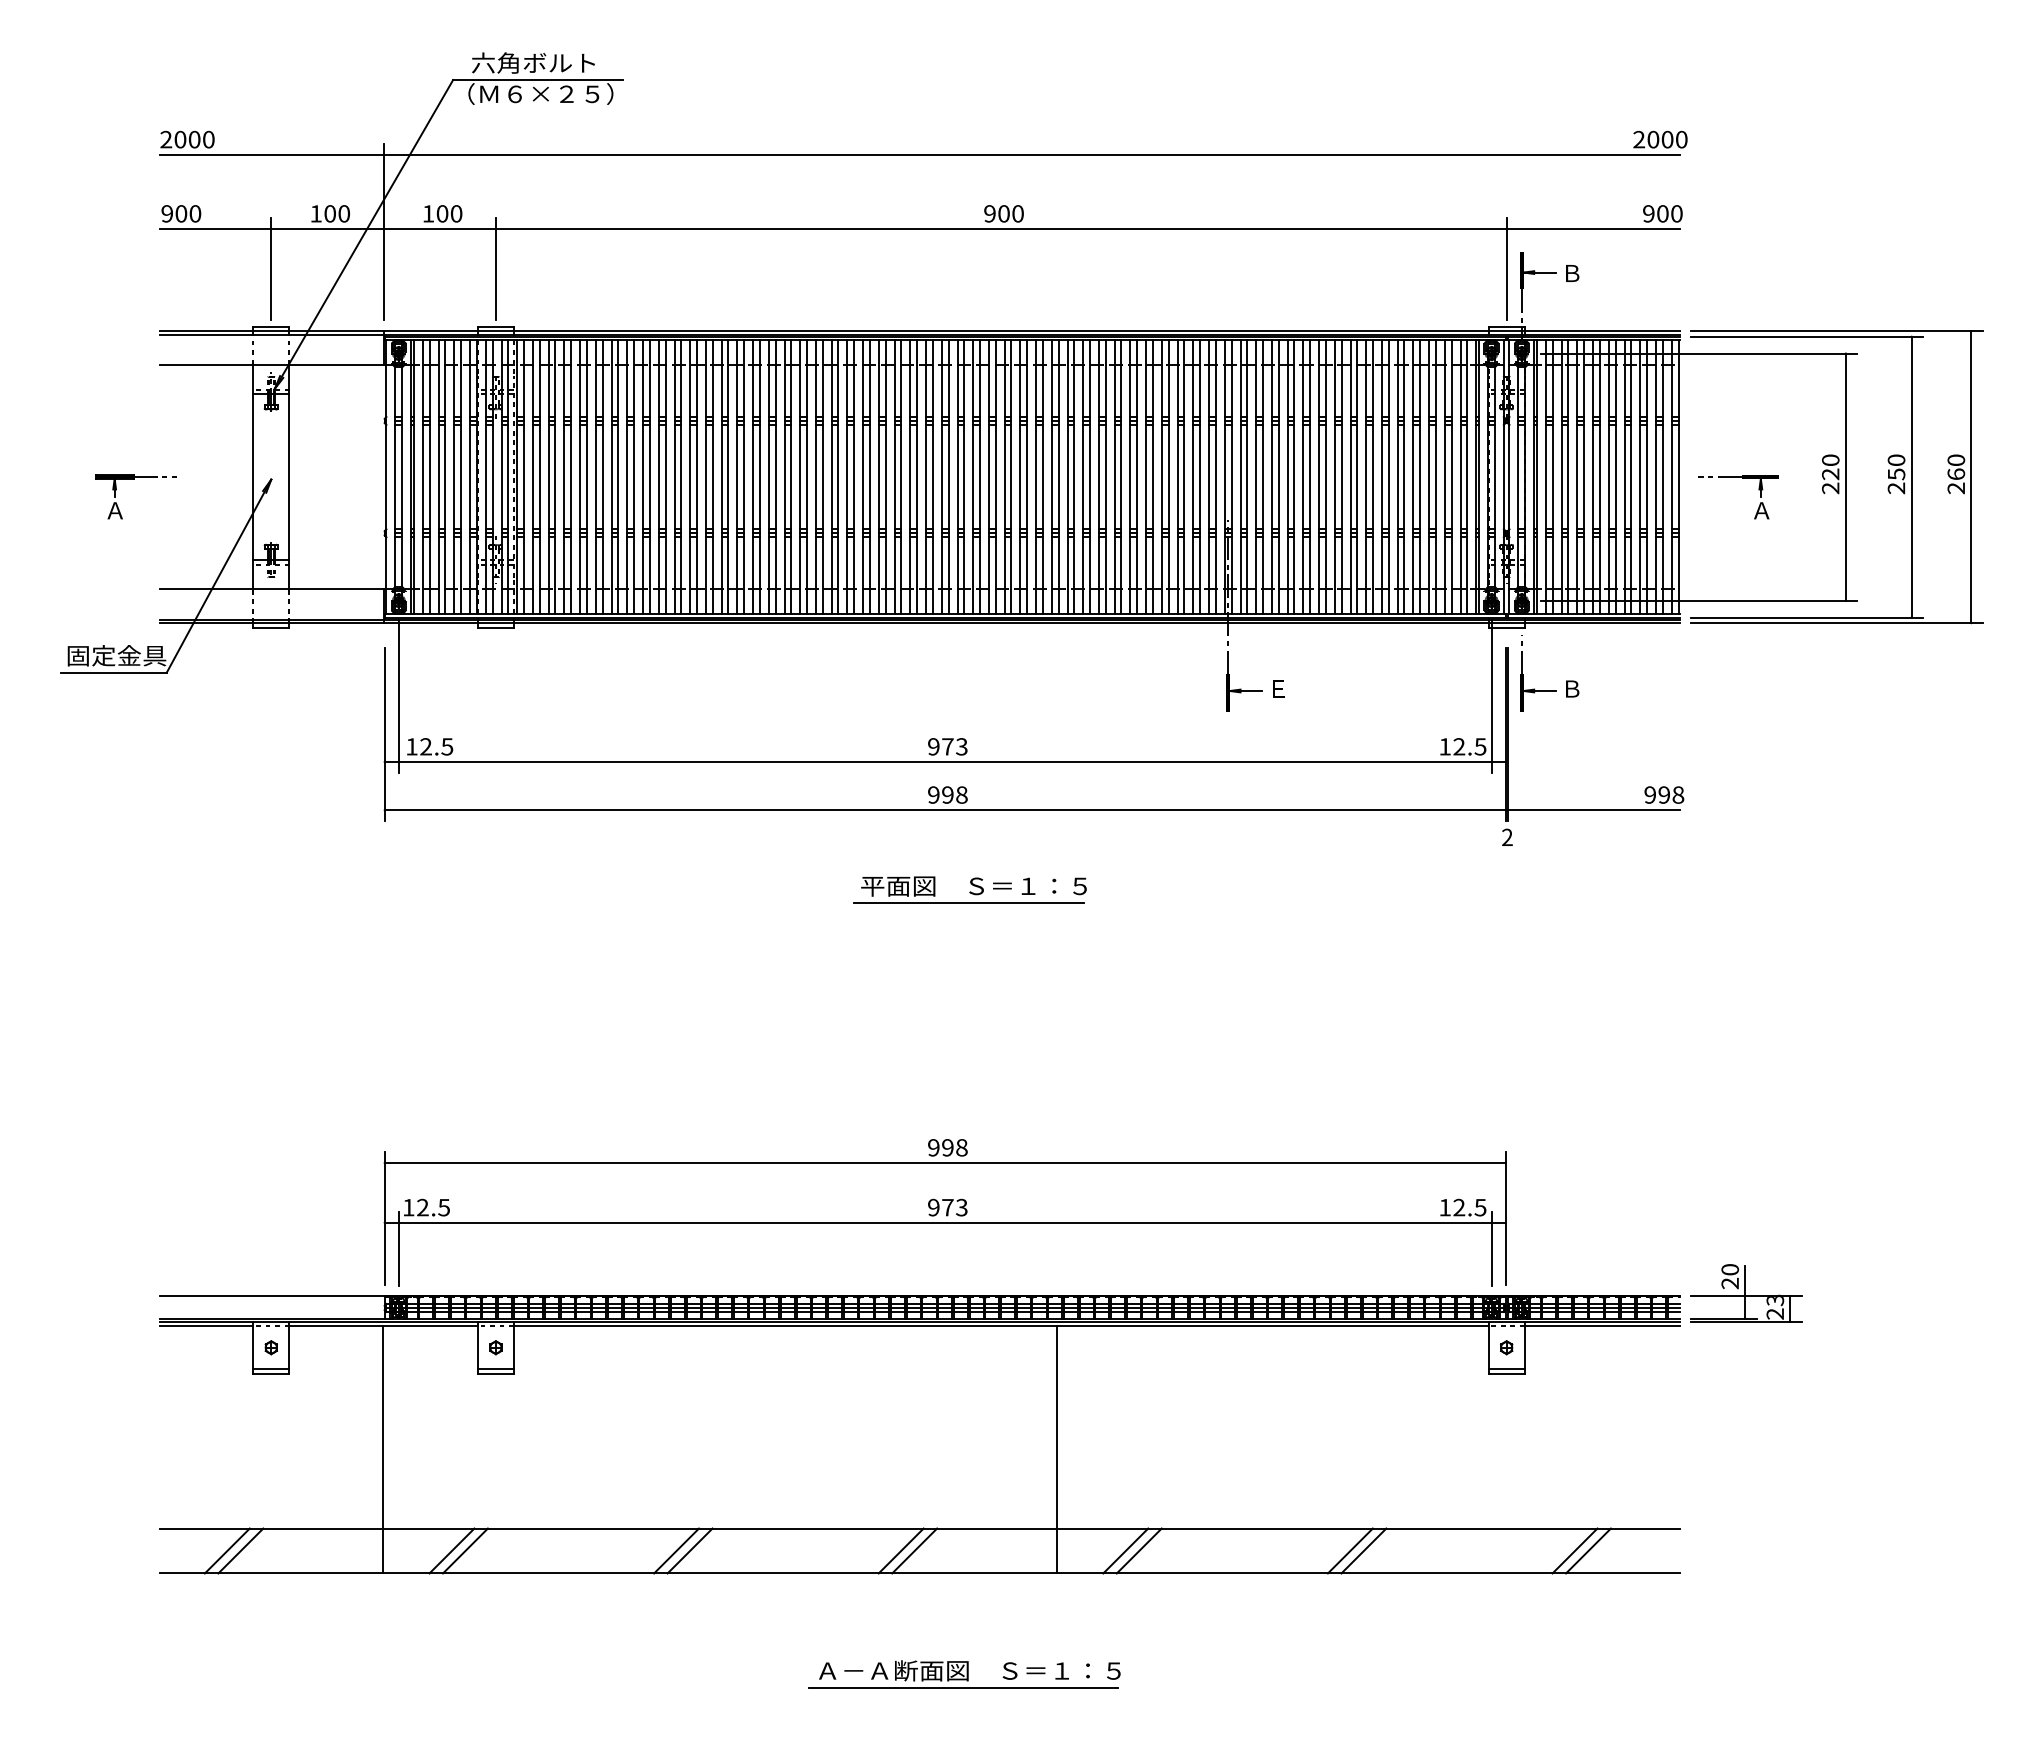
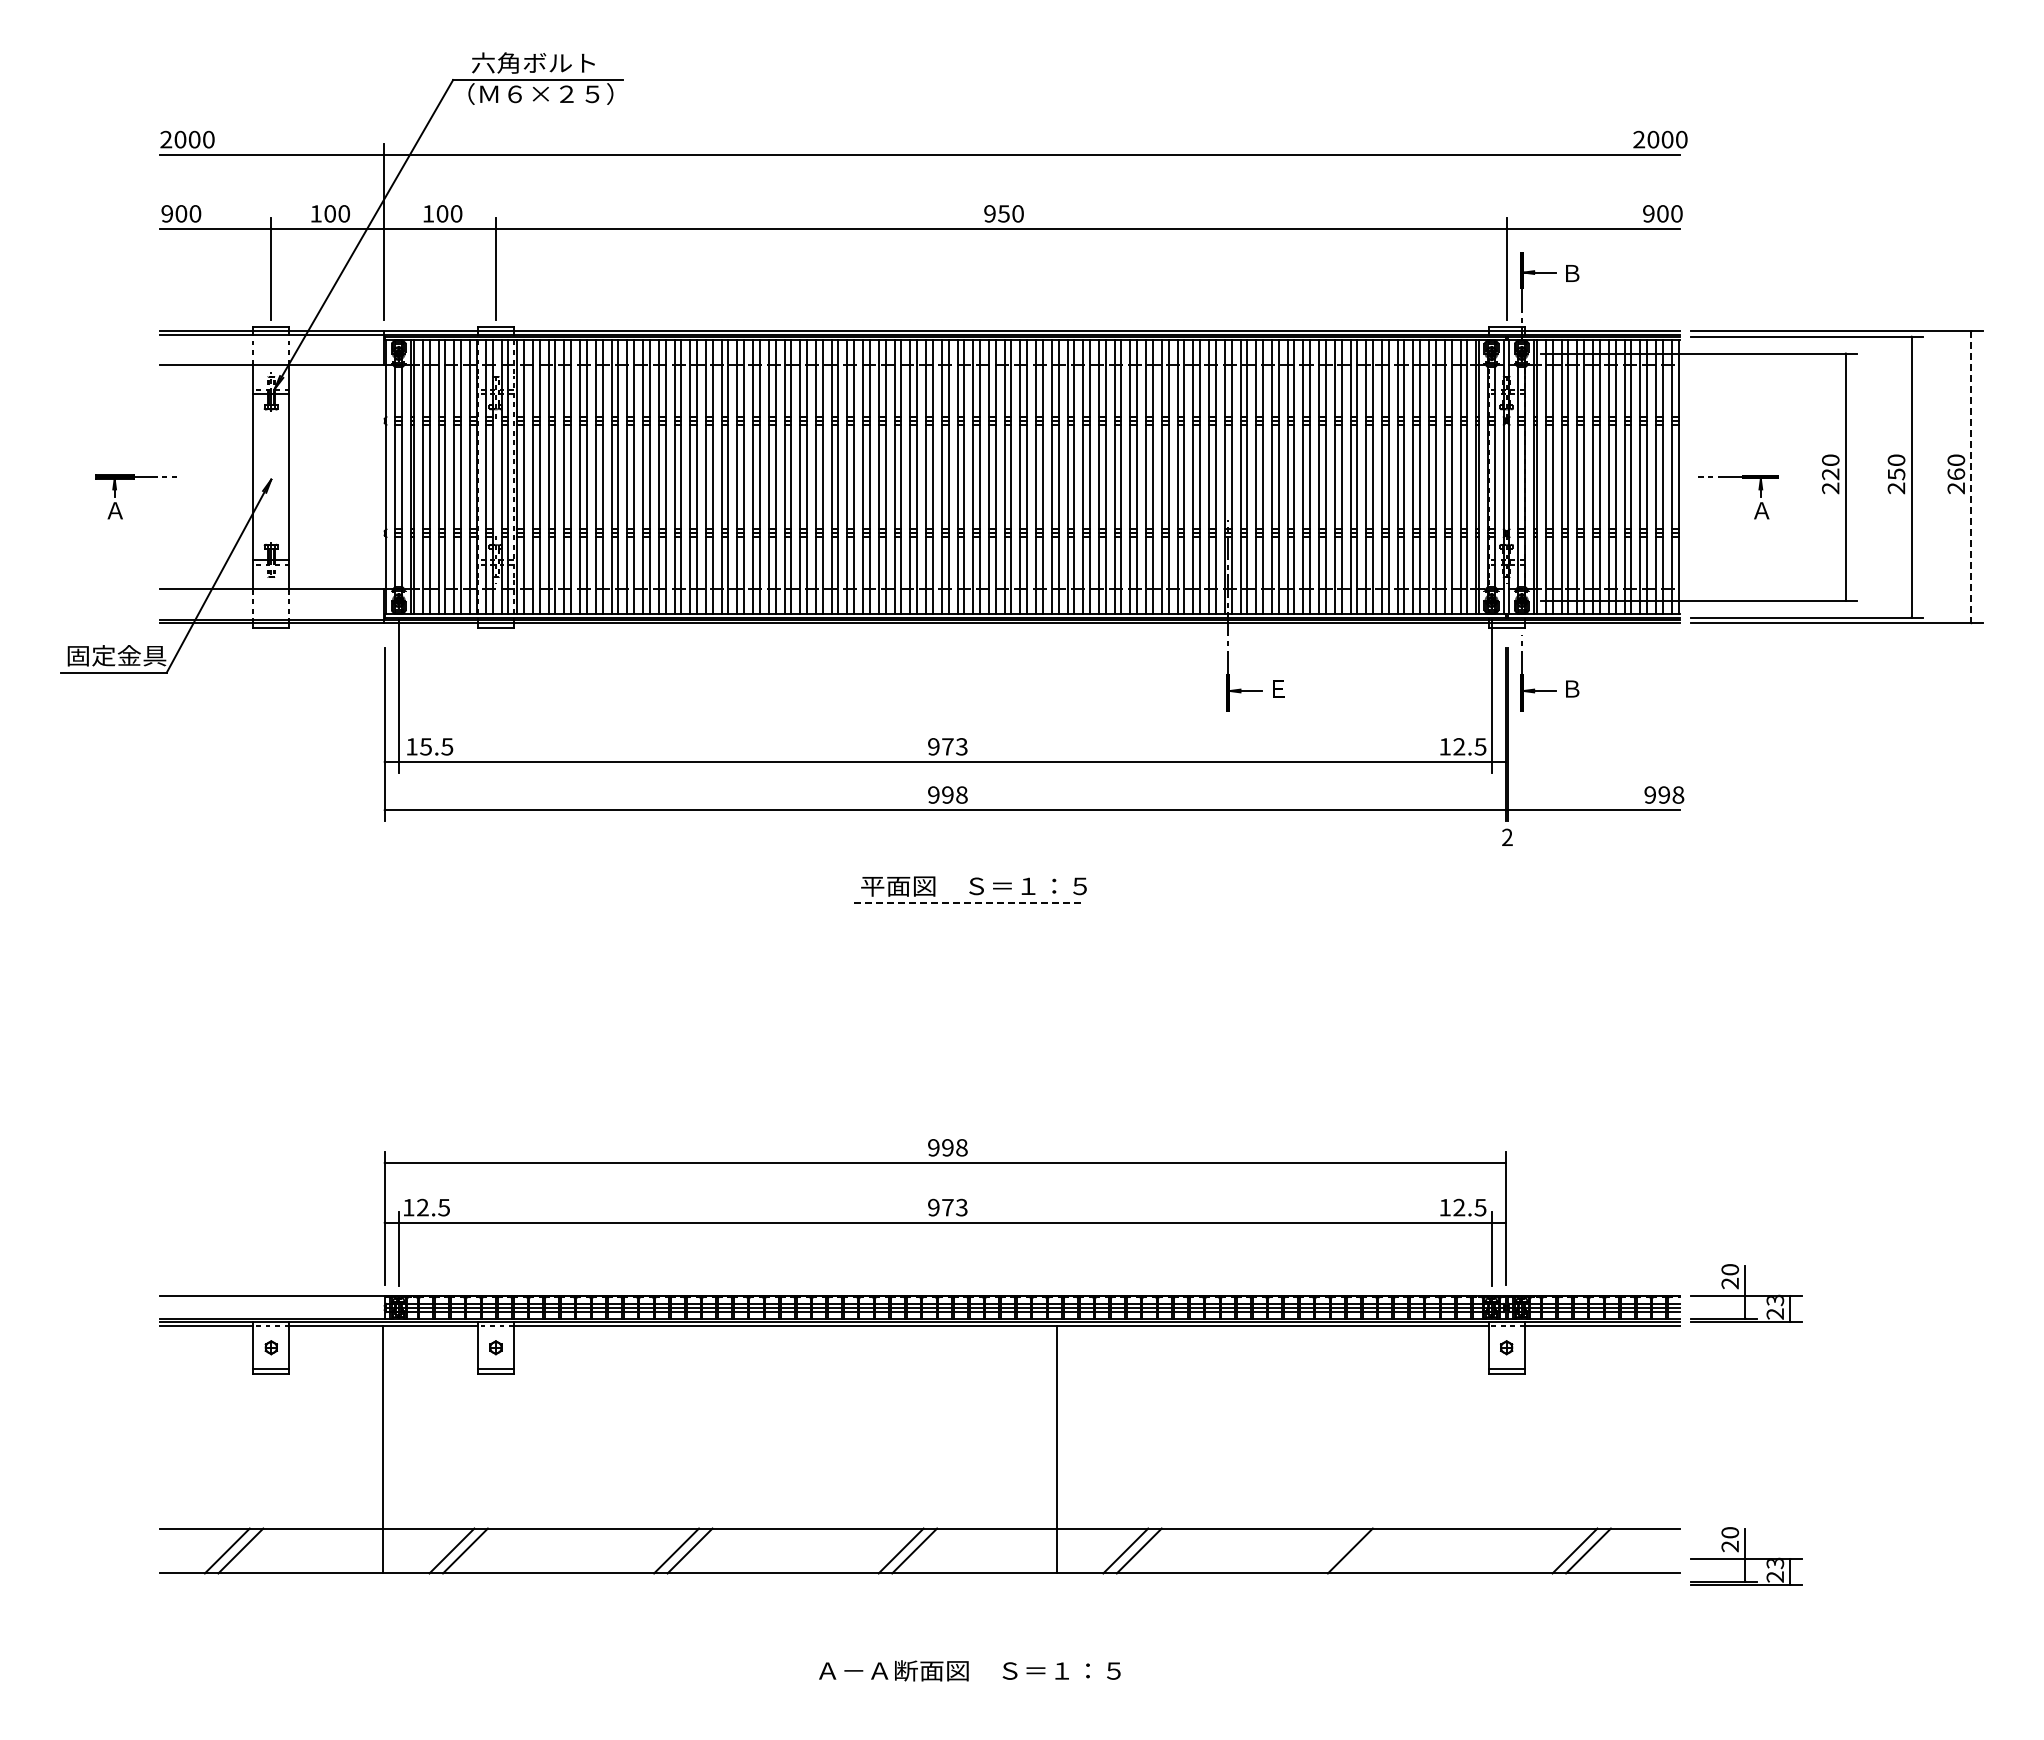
text at (1003, 213): 900 -> 950
line at (1971, 477): solid -> dashed
text at (425, 746): 12.5 -> 15.5
line at (968, 903): solid -> dashed
line at (1363, 1550): present -> none
part at (1746, 1556): none -> present
line at (963, 1687): present -> none
